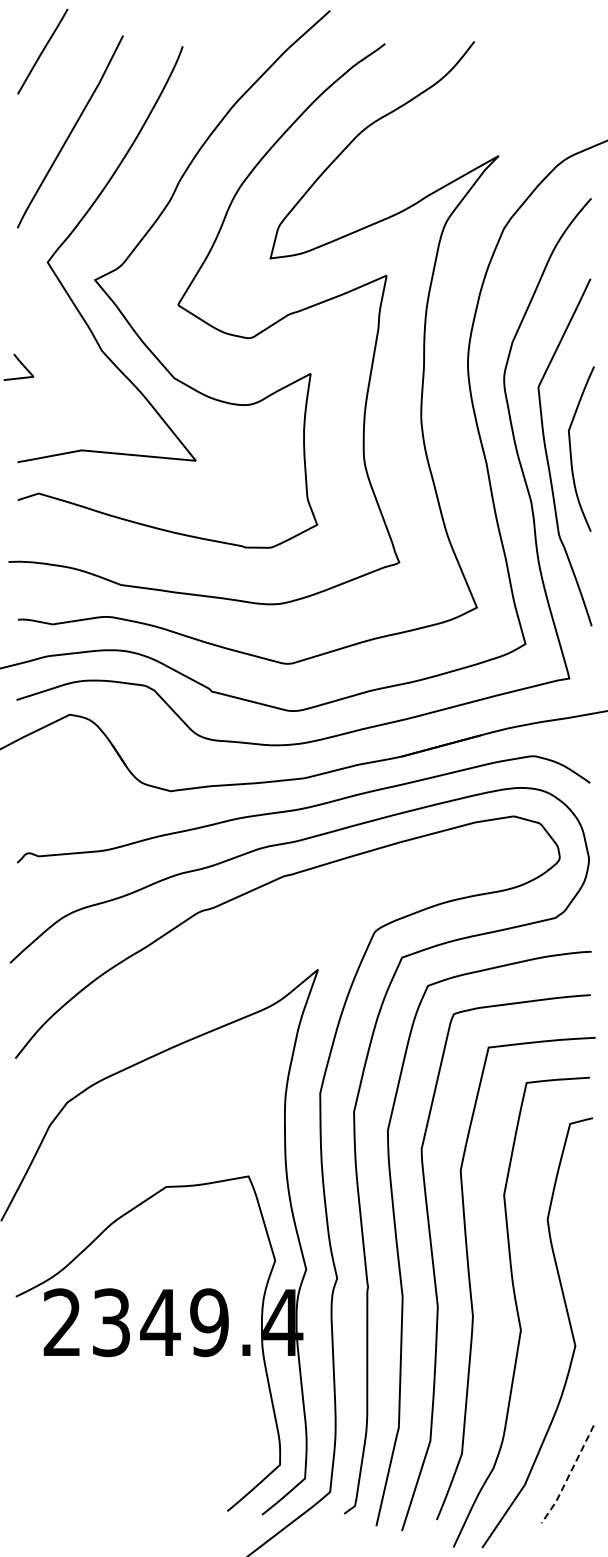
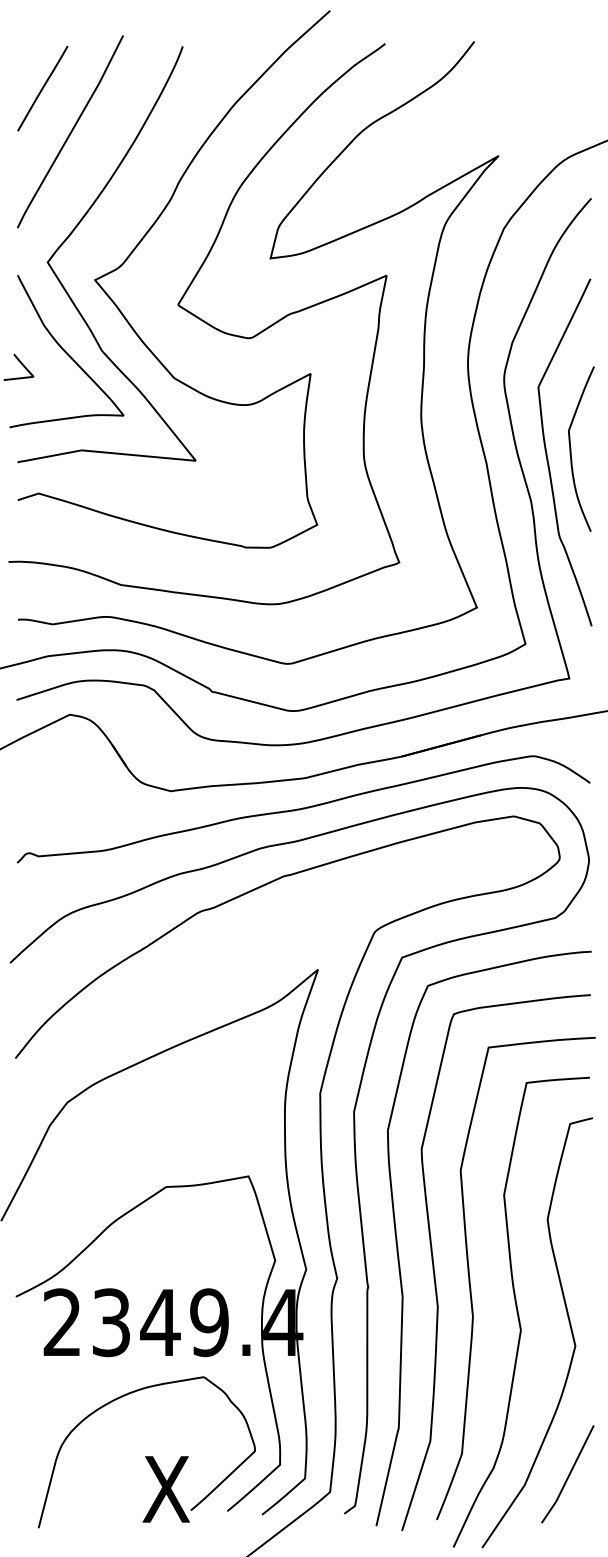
line at (42, 51) position: (42, 51) -> (42, 88)
curve at (66, 351): none -> present
part at (146, 1452): none -> present
line at (568, 1476): dashed -> solid
